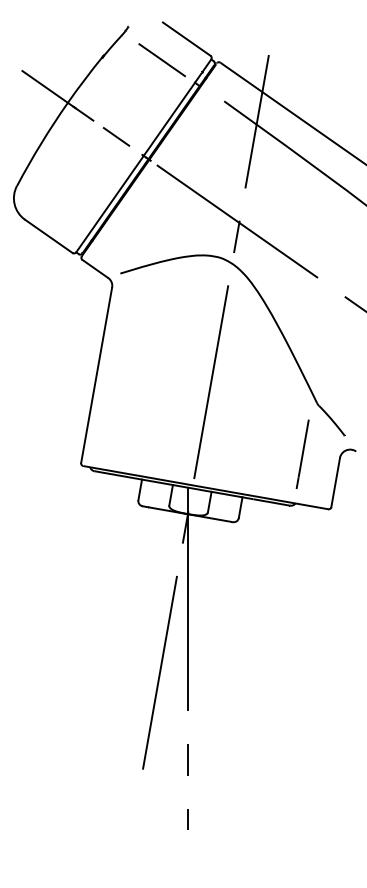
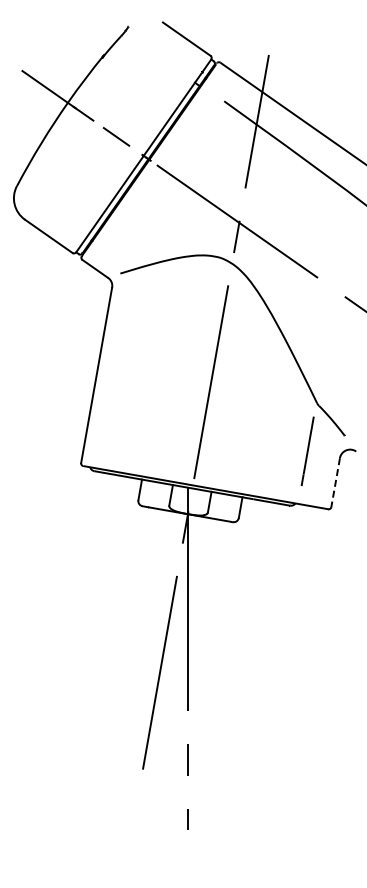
line at (161, 60): present -> none
line at (302, 453) position: (302, 453) -> (307, 450)
line at (335, 482): solid -> dashed
